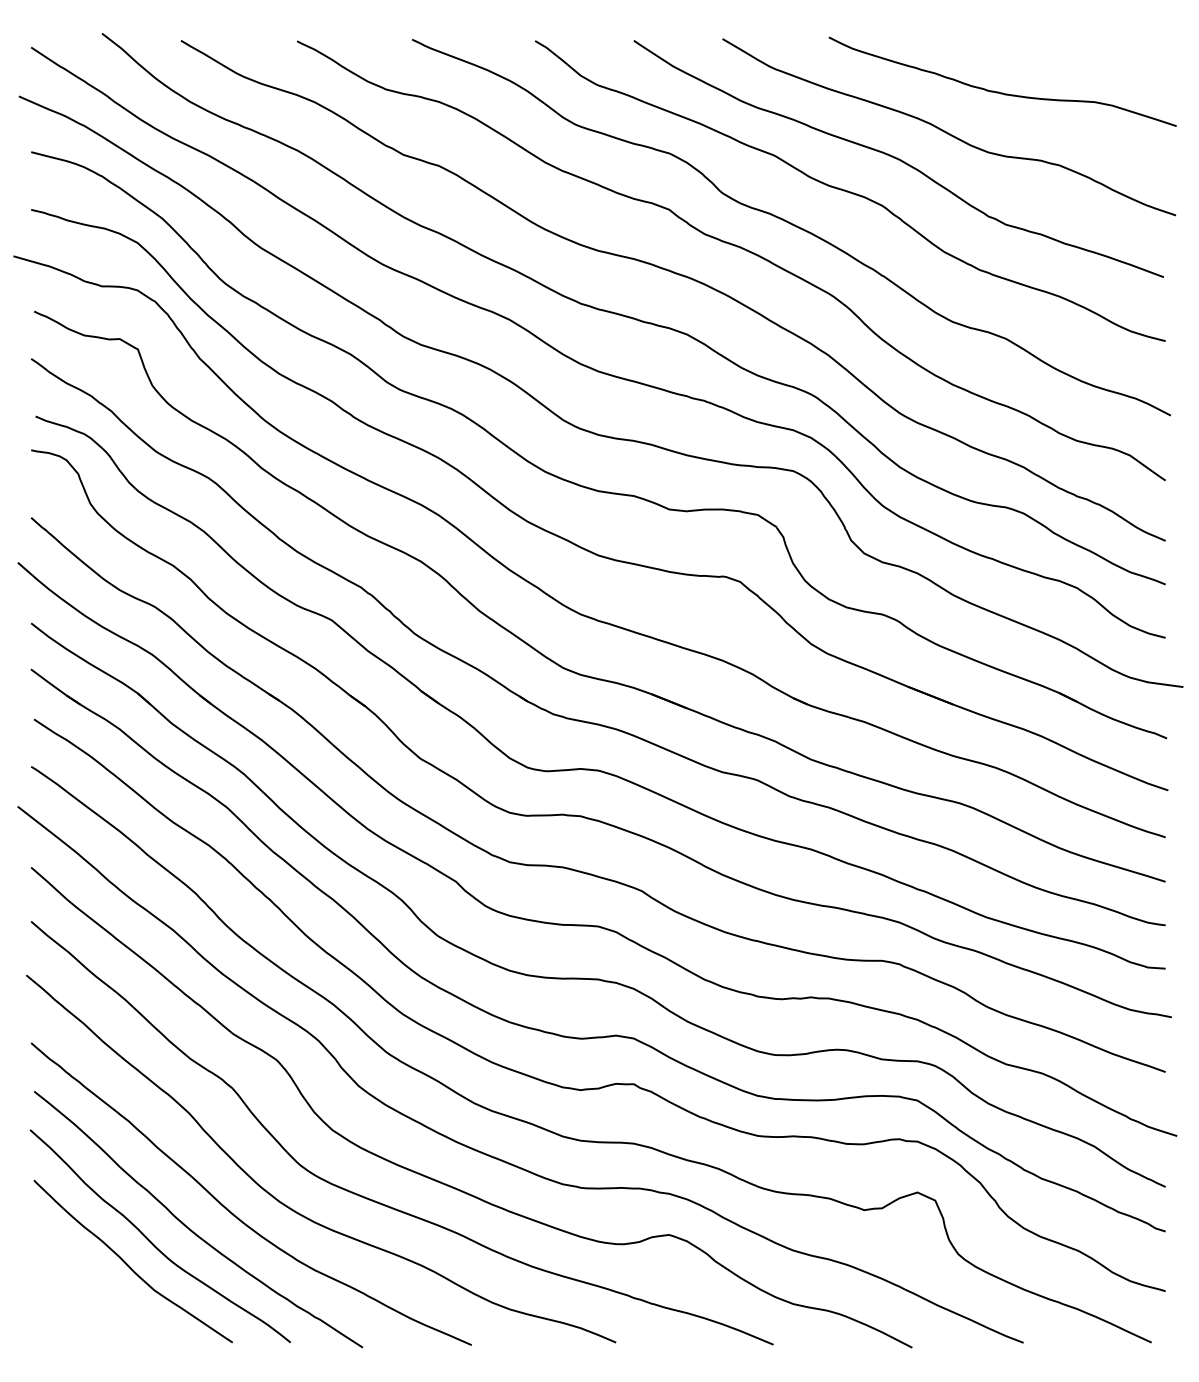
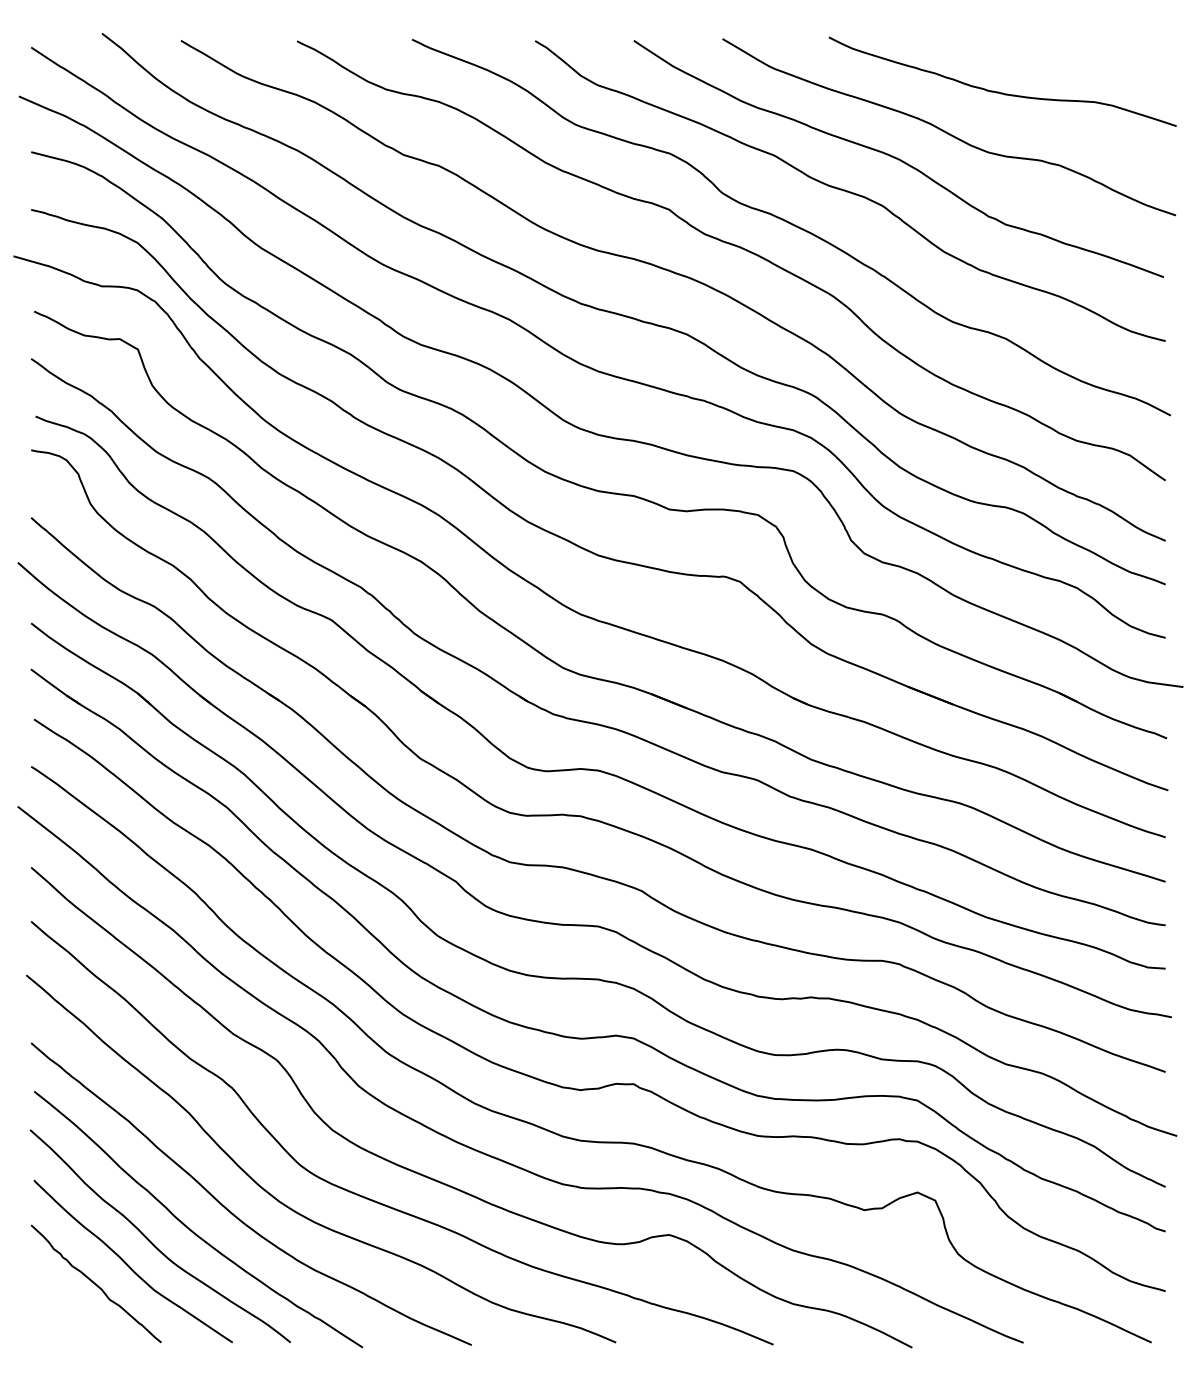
curve at (95, 1283): none -> present
